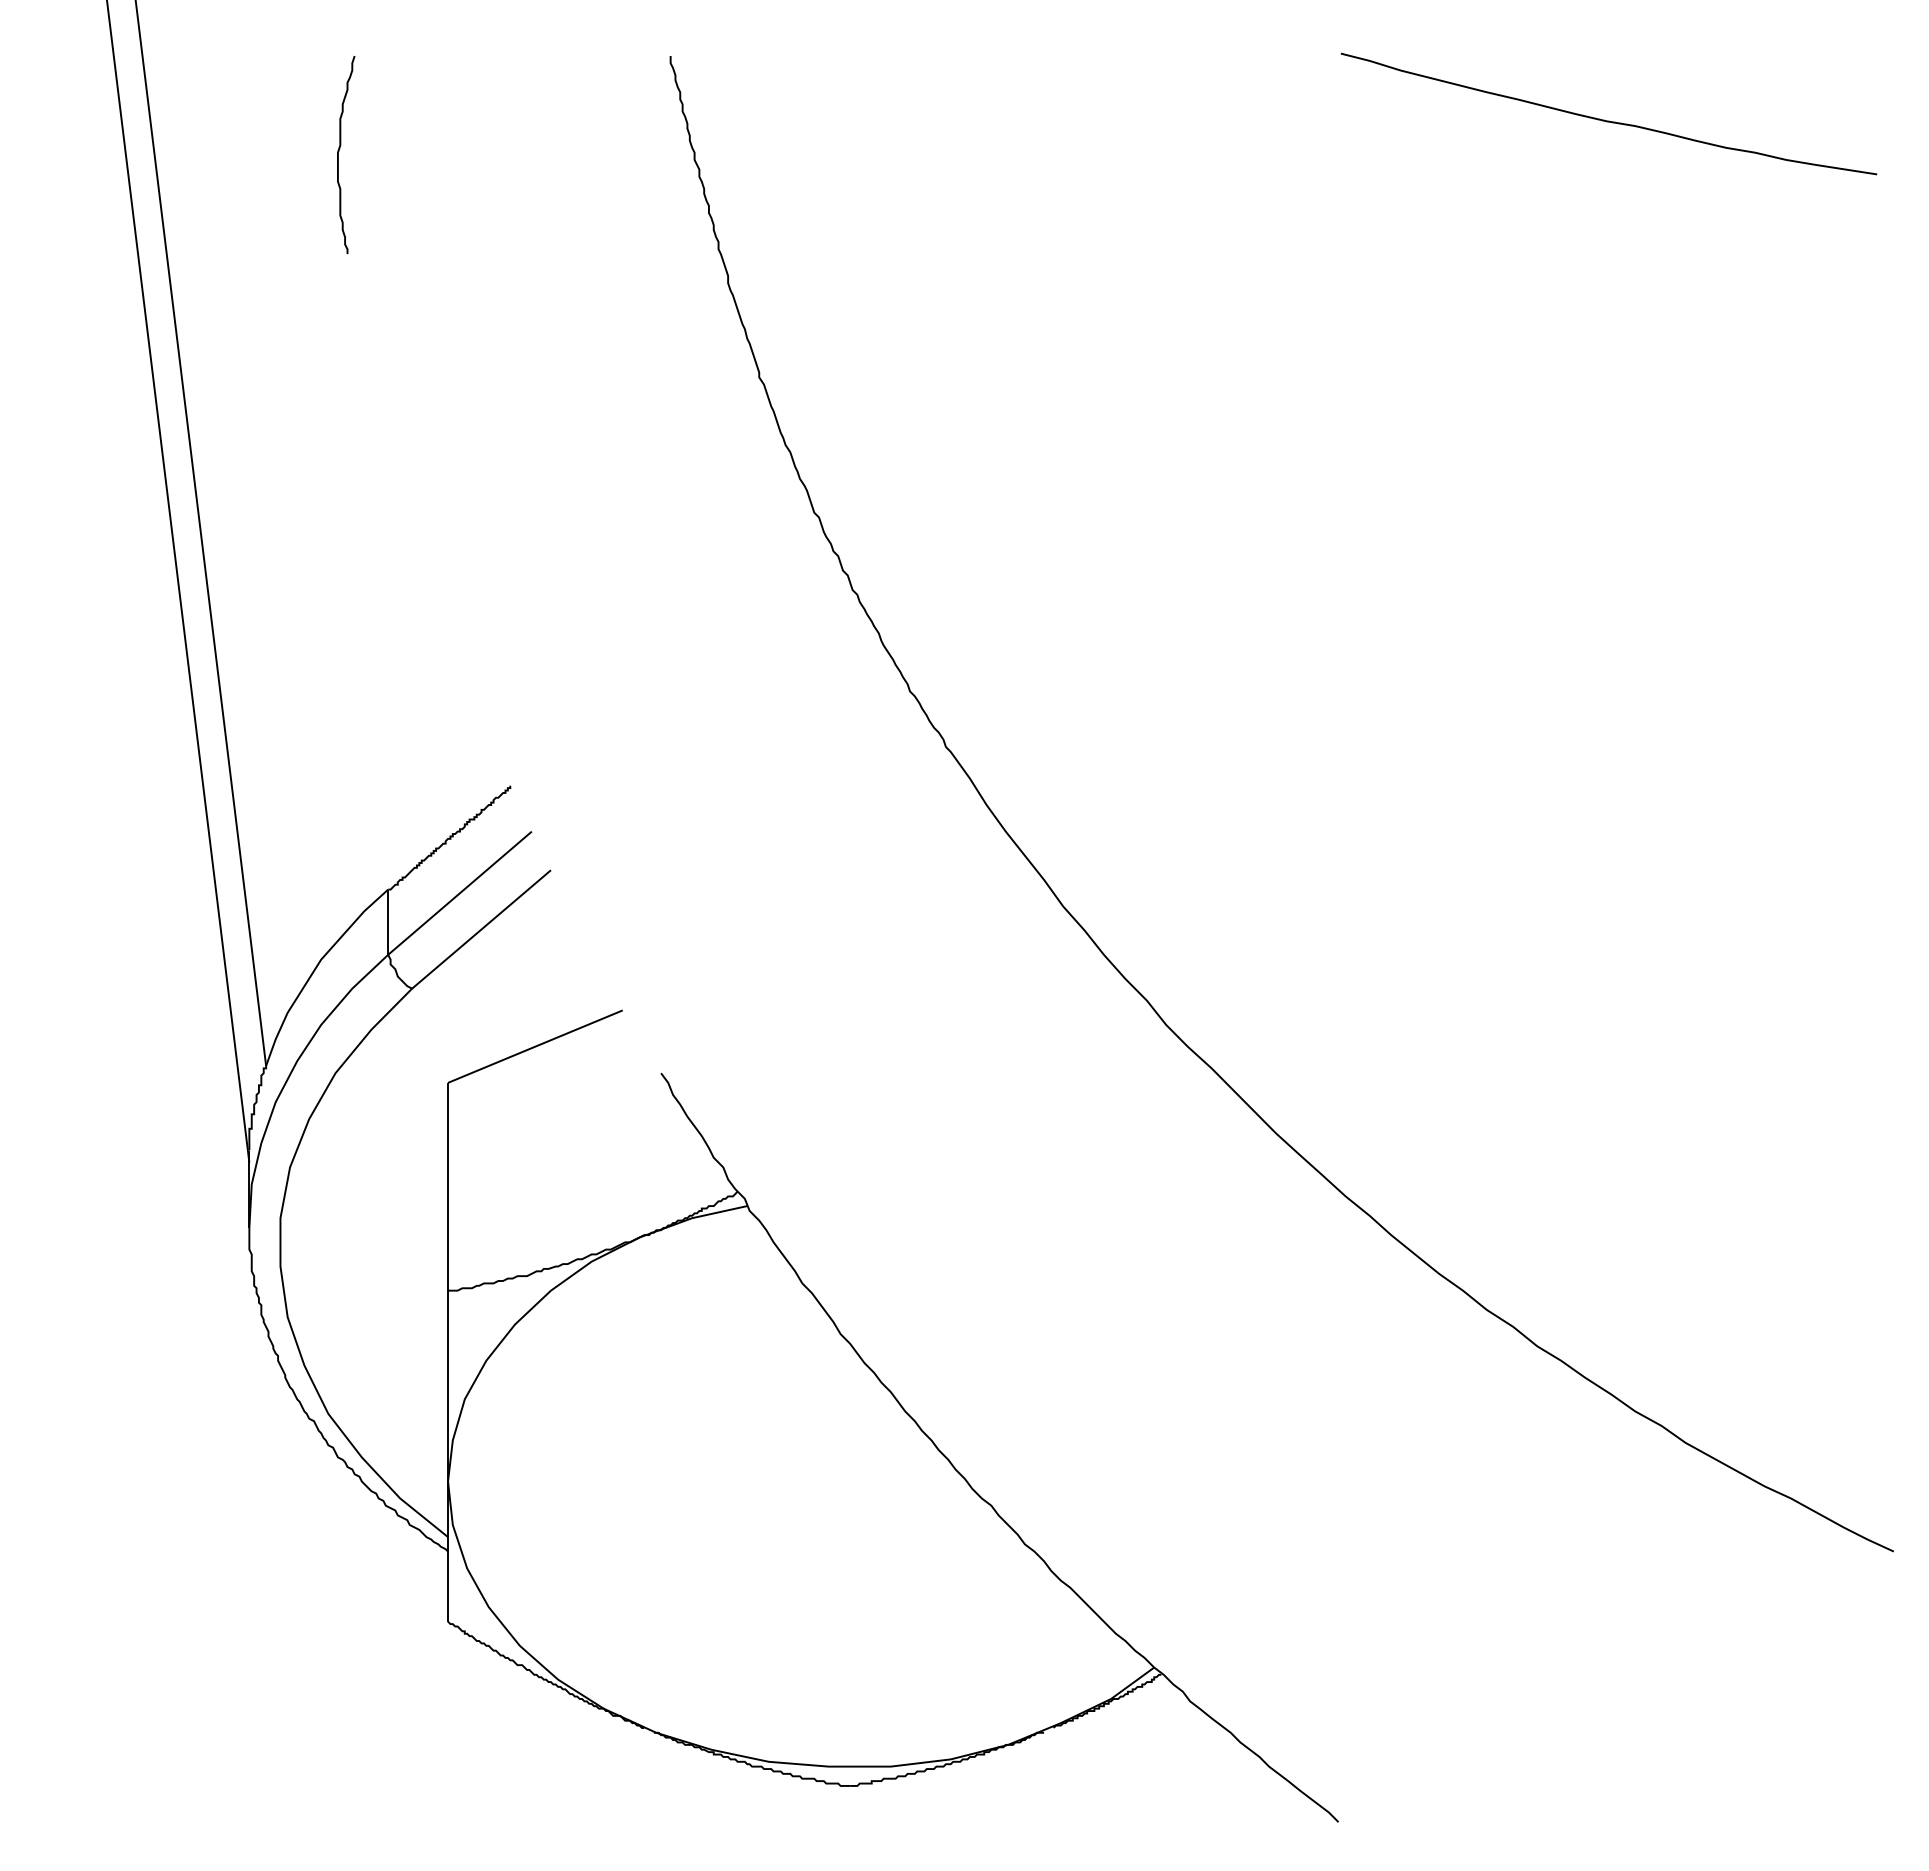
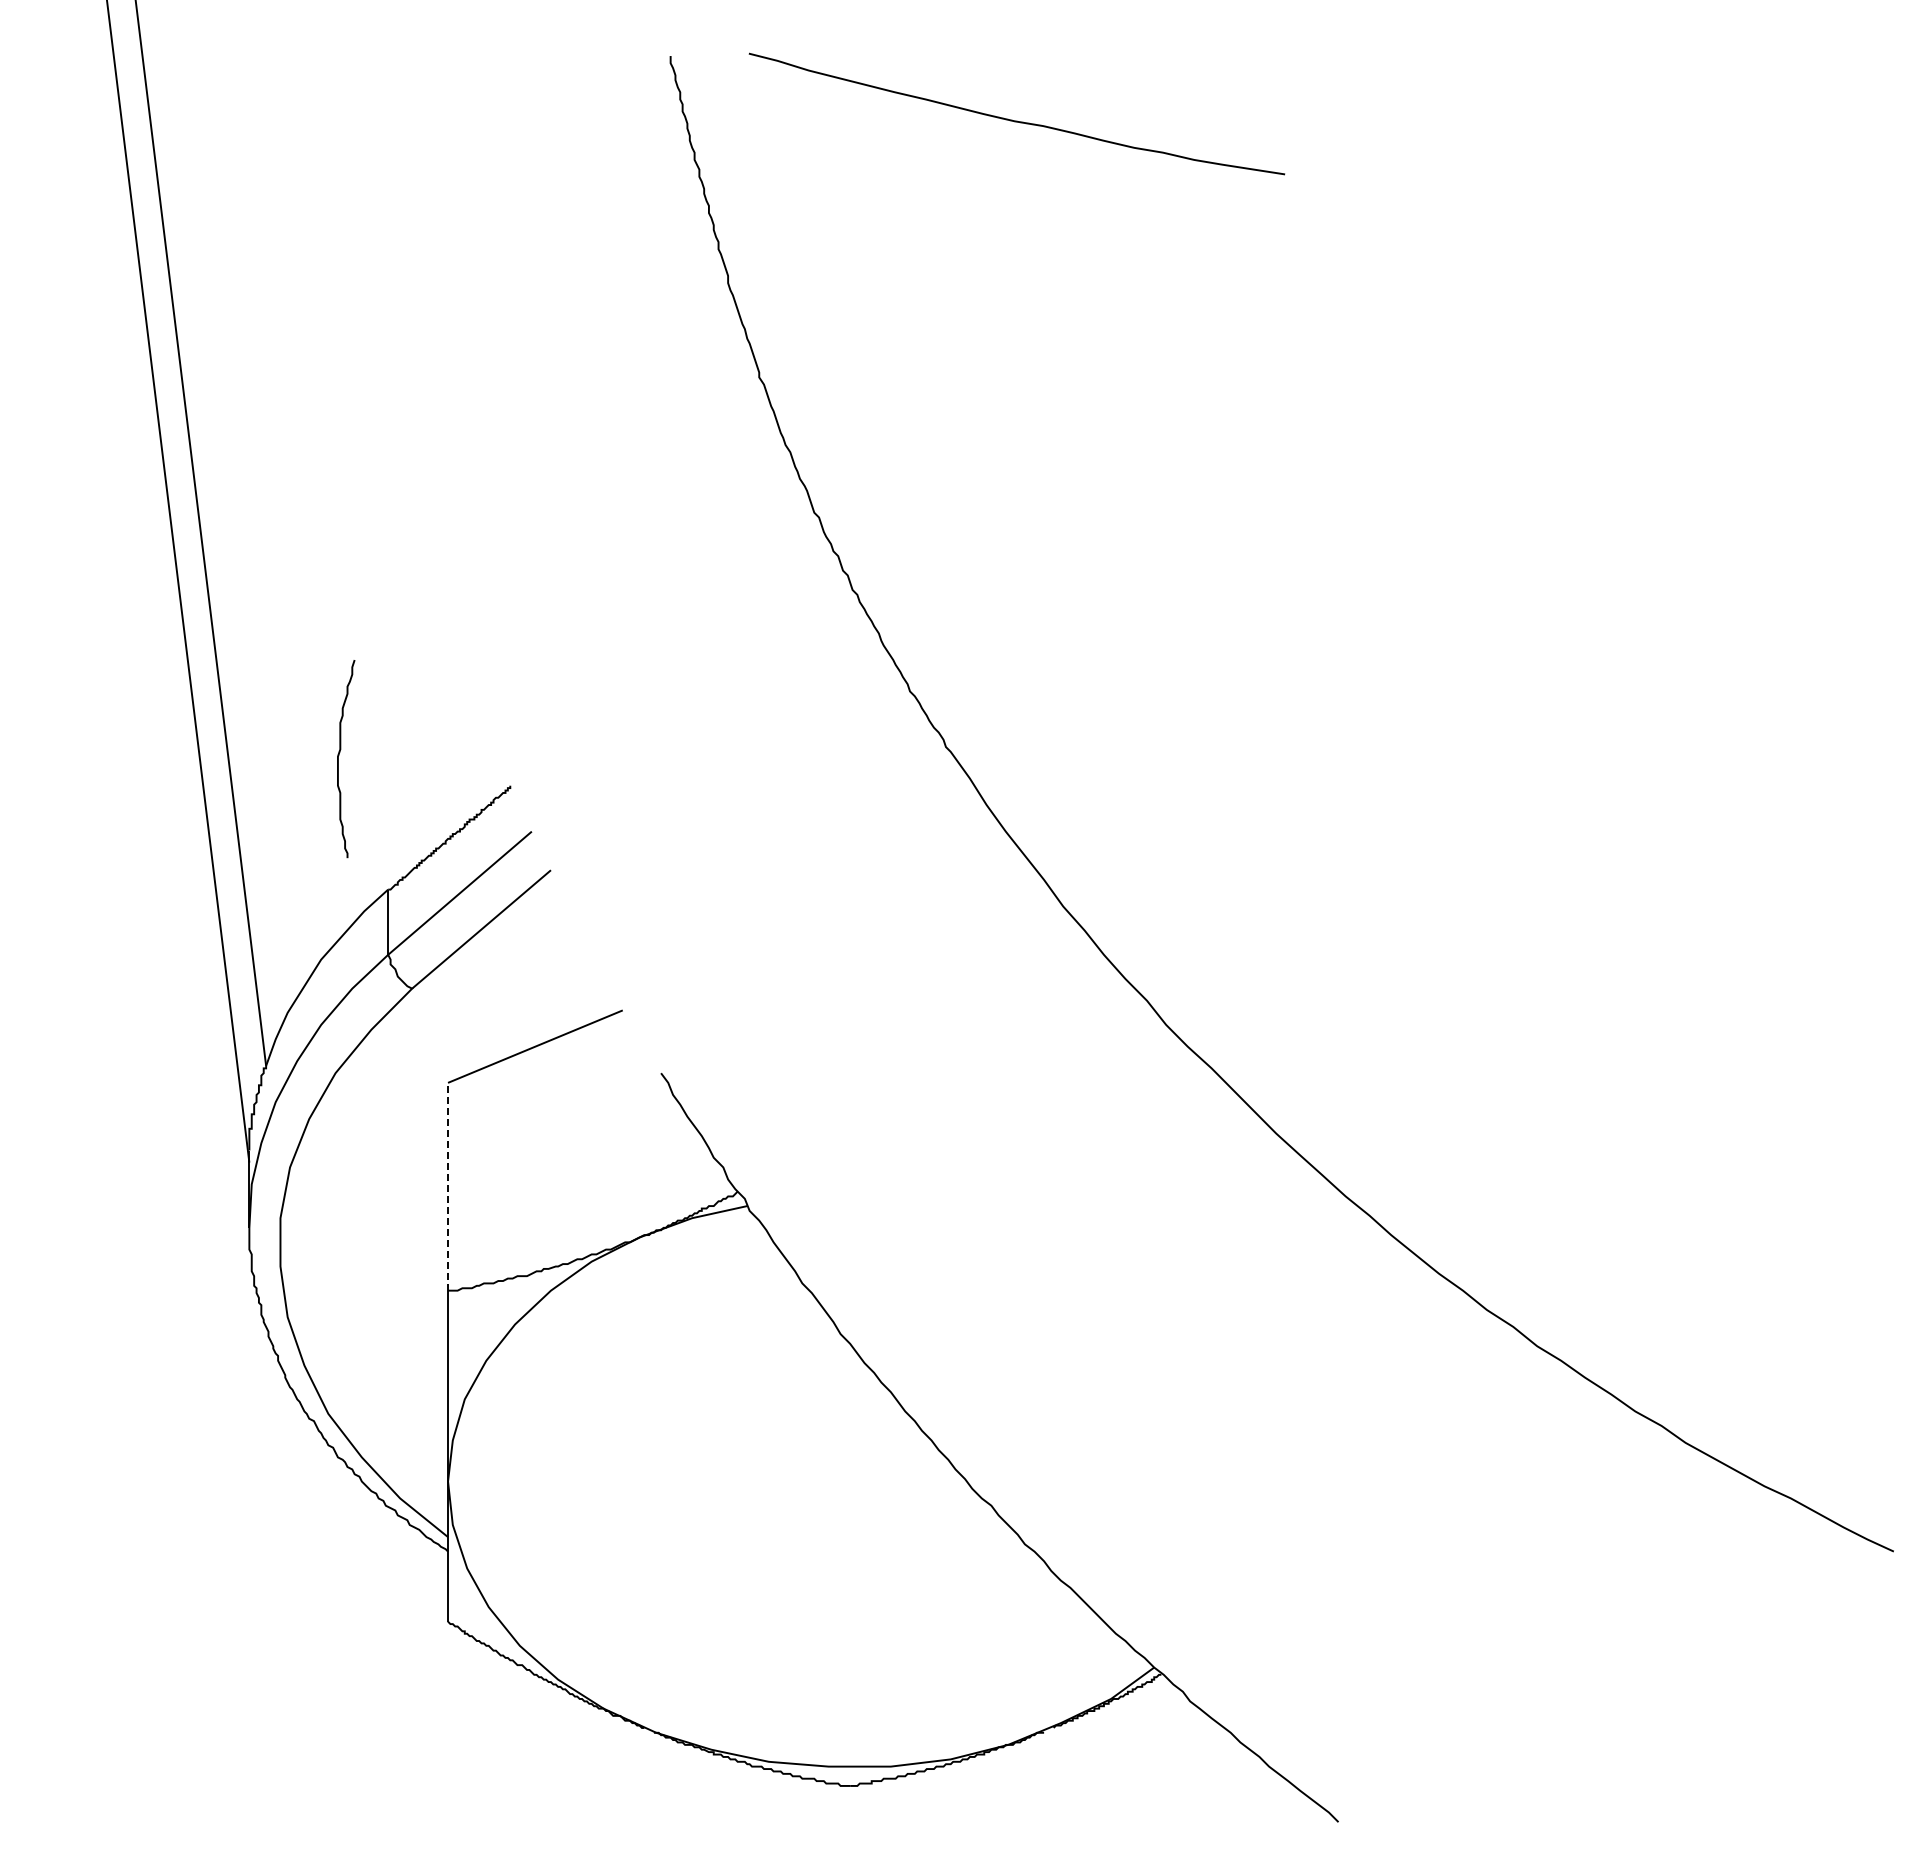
curve at (1608, 120) position: (1608, 120) -> (1016, 120)
curve at (338, 155) position: (338, 155) -> (338, 759)
line at (448, 1186): solid -> dashed
